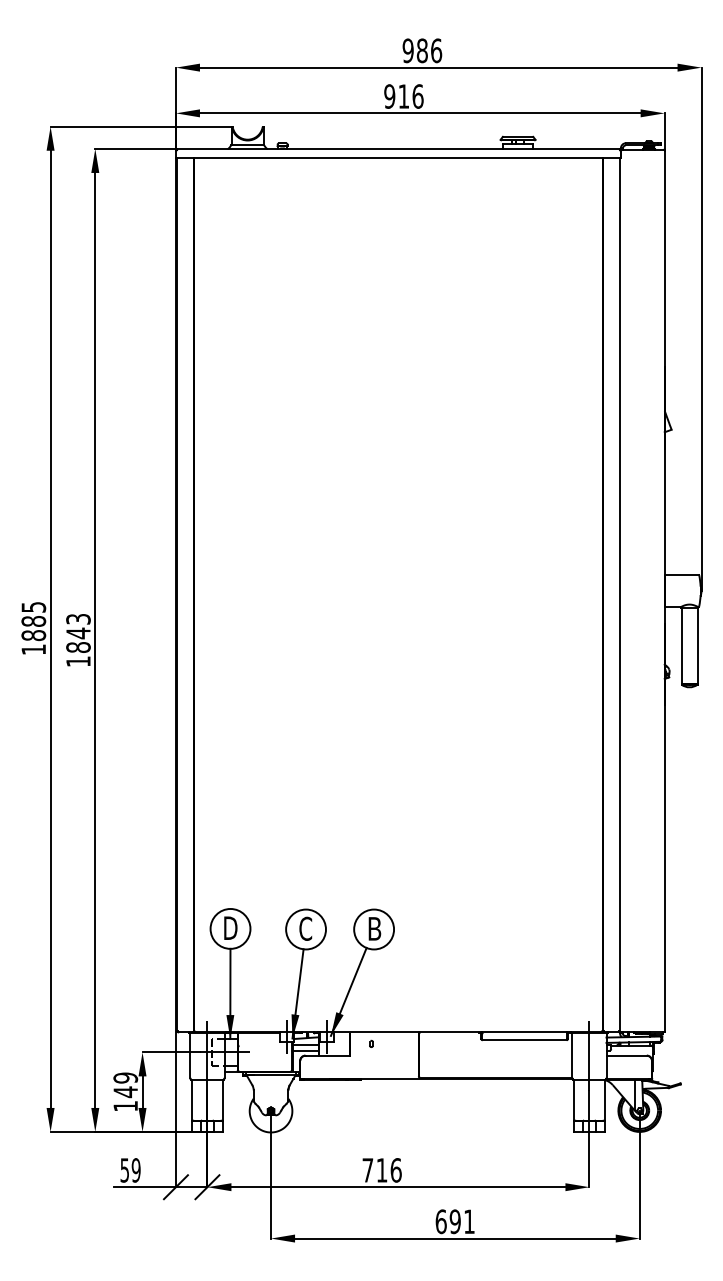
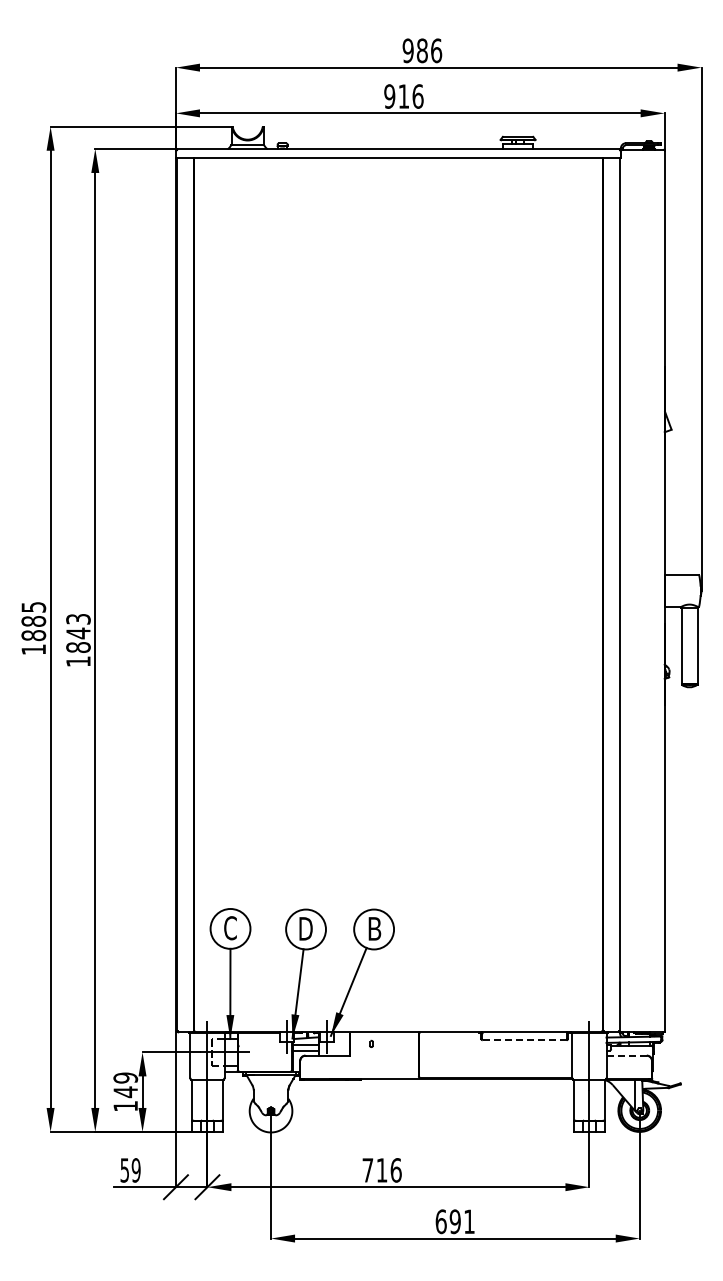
text at (230, 928): D -> C
text at (305, 928): C -> D
line at (524, 1040): solid -> dashed
line at (626, 1055): solid -> dashed
